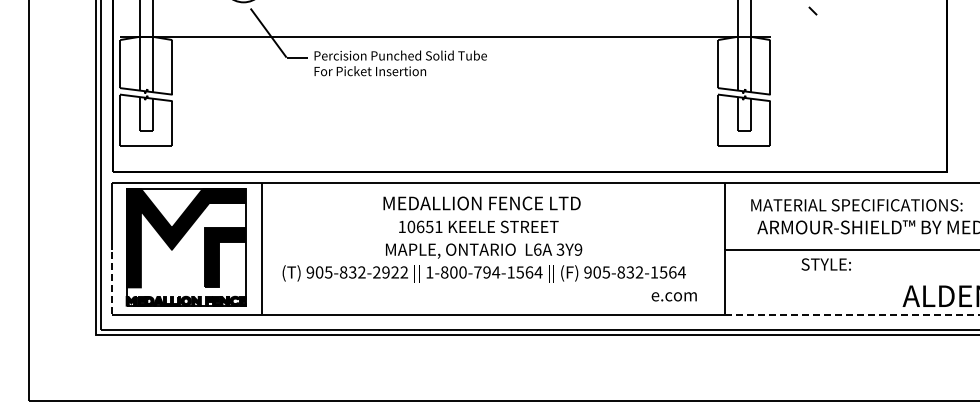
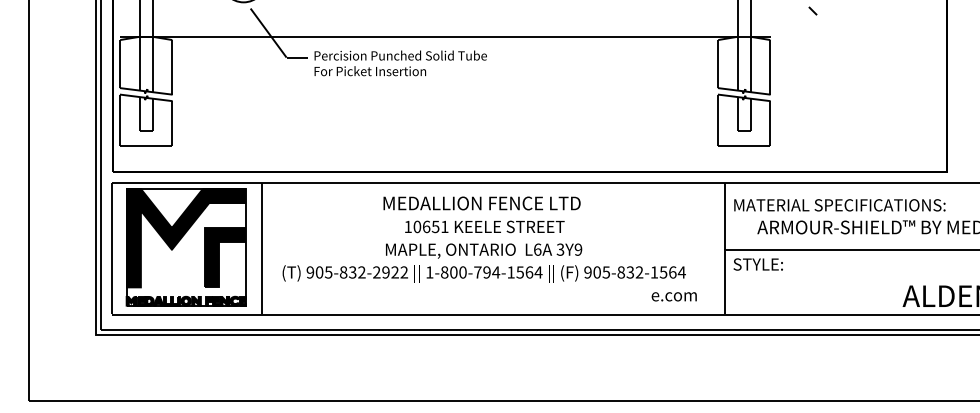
text at (856, 205) position: (856, 205) -> (839, 205)
text at (478, 226) position: (478, 226) -> (484, 226)
text at (825, 264) position: (825, 264) -> (757, 264)
line at (112, 281): dashed -> solid
line at (852, 314): dashed -> solid
